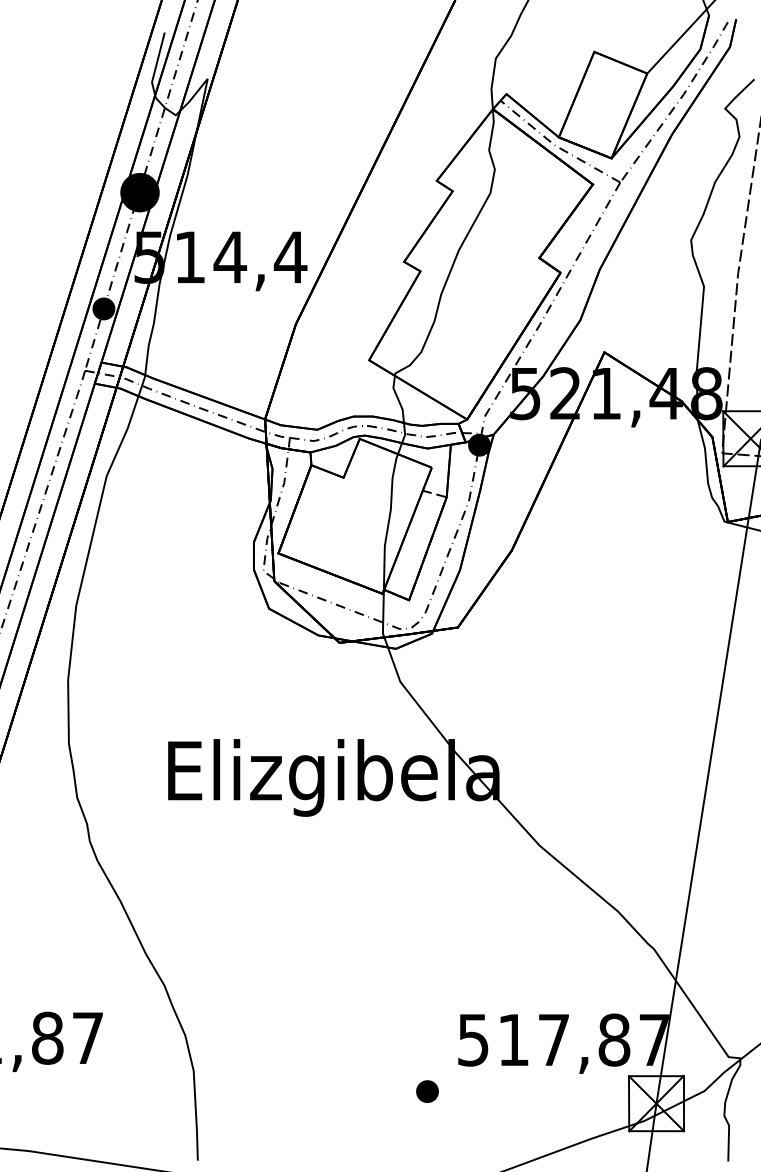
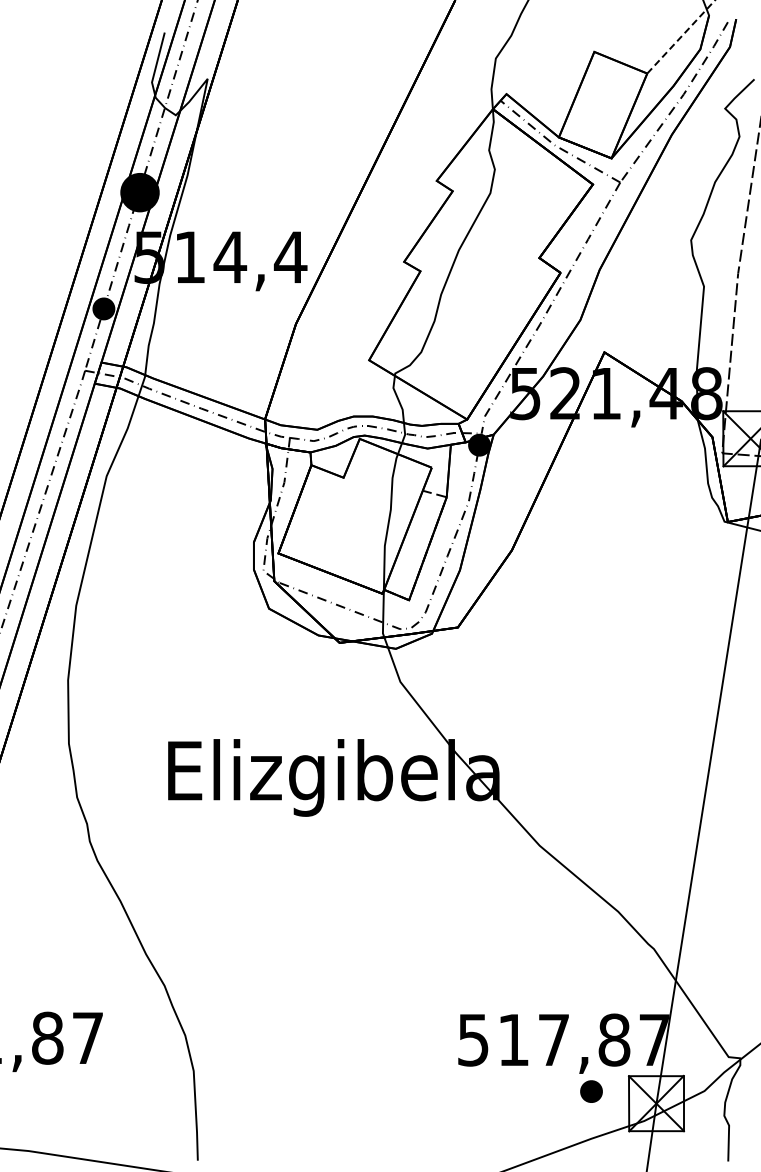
line at (681, 37): solid -> dashed
part at (427, 1091) position: (427, 1091) -> (591, 1091)
